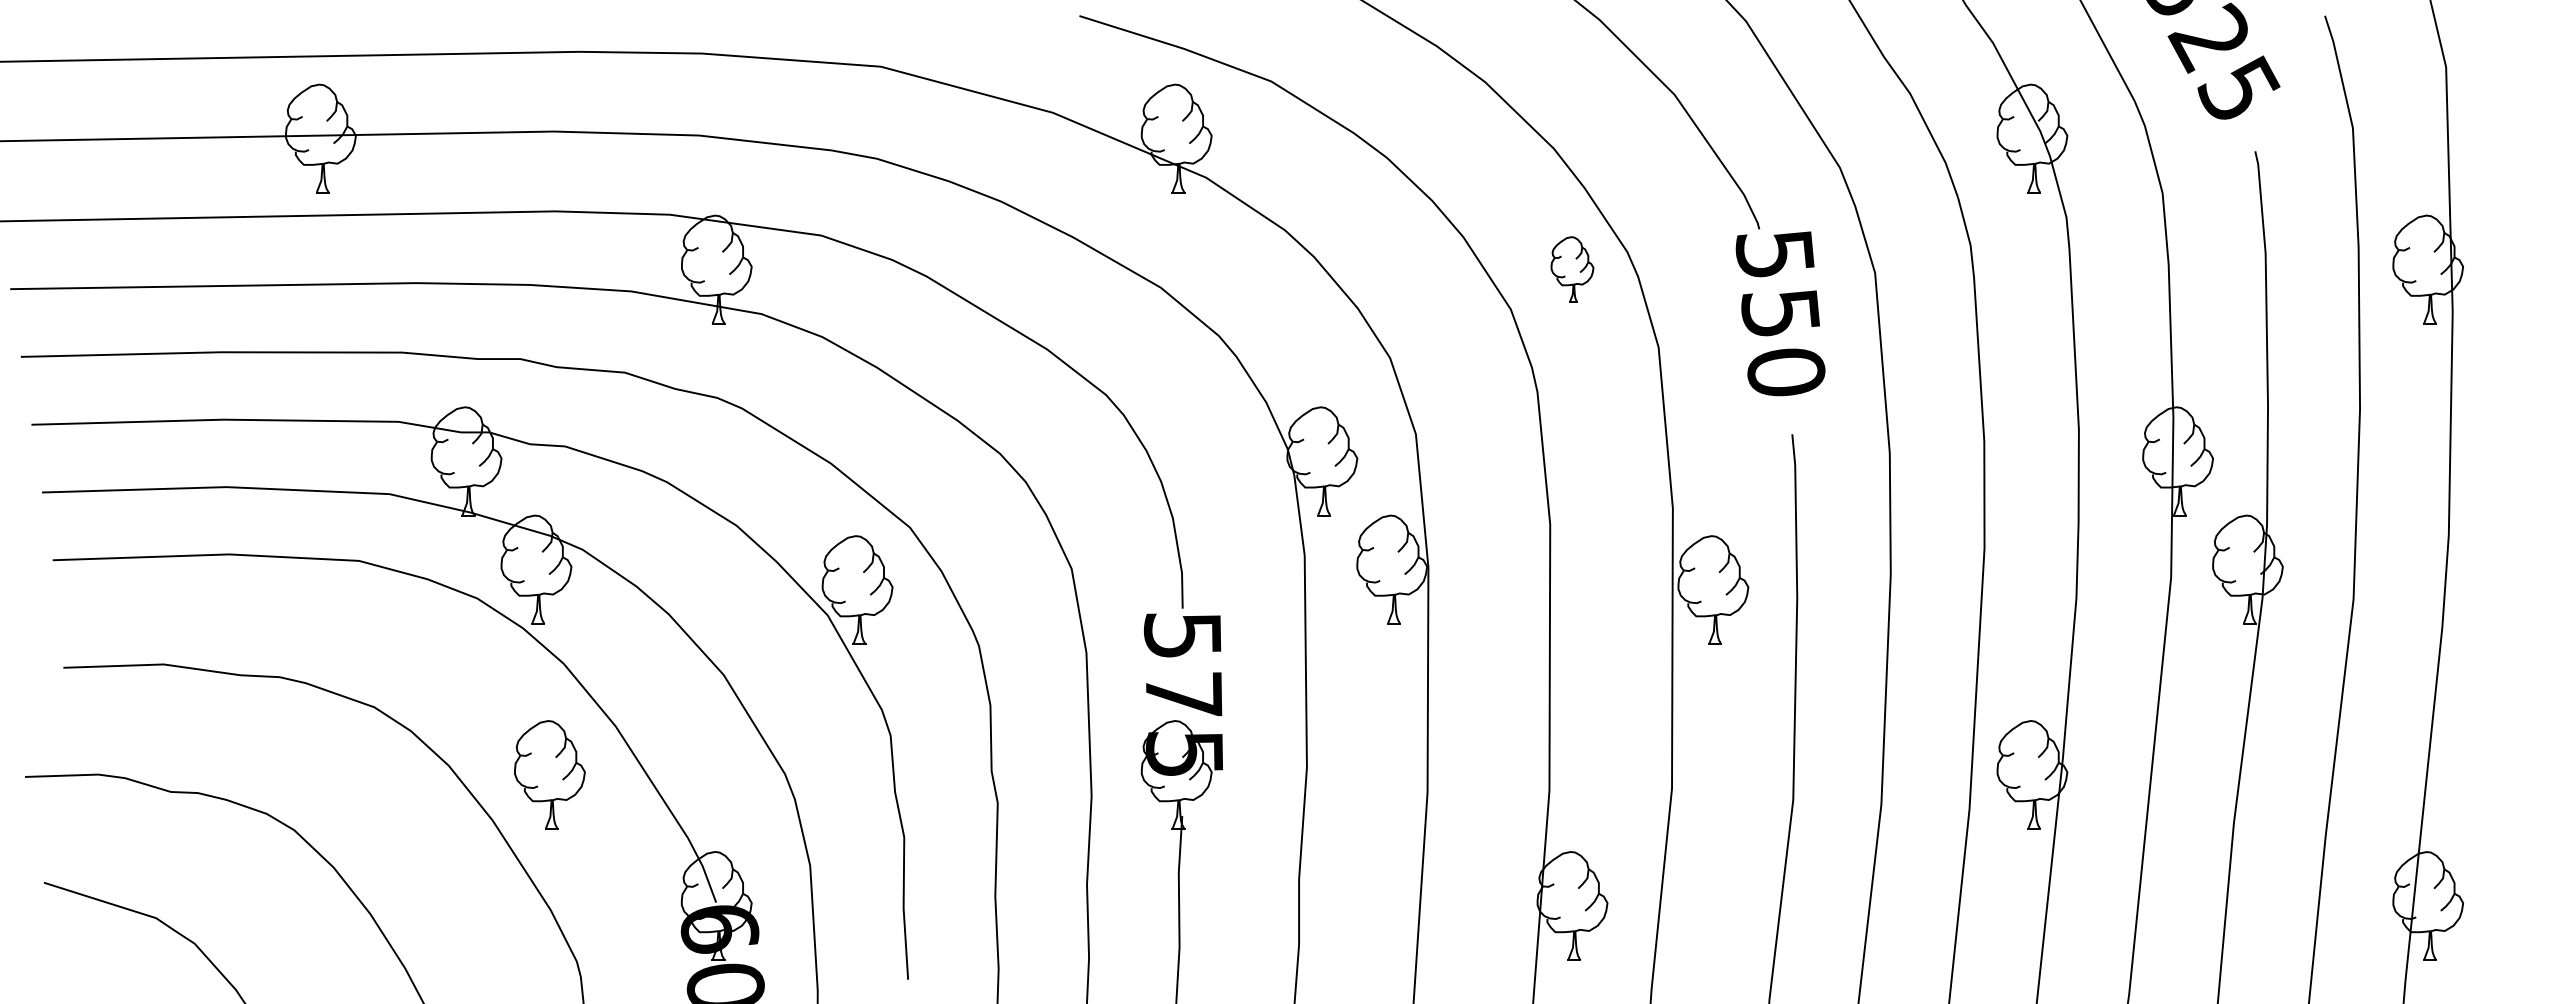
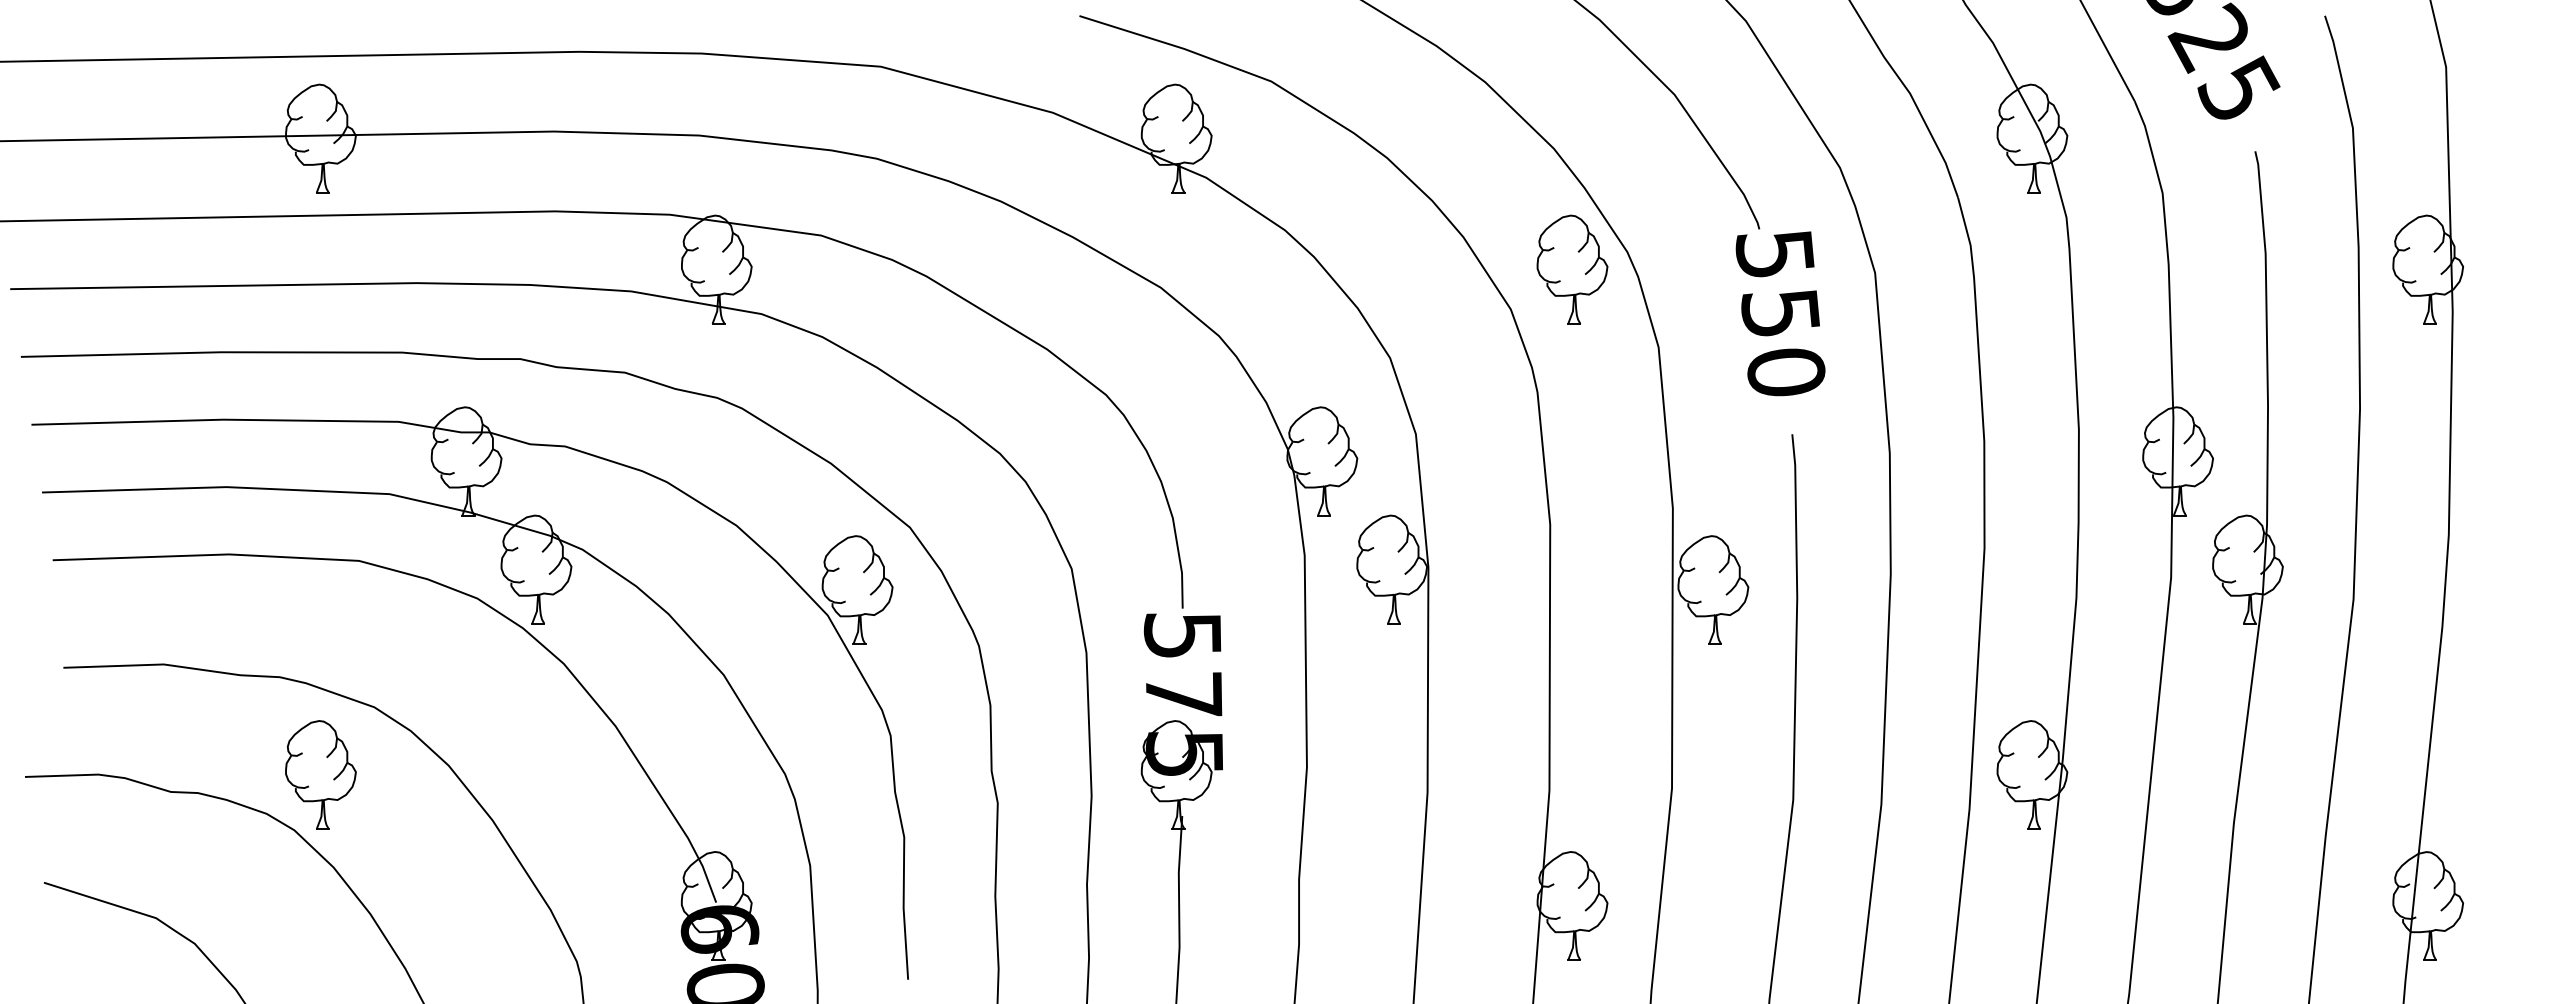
part at (1572, 269) size: 45x67 px -> 73x111 px
part at (549, 774) position: (549, 774) -> (320, 774)
